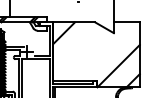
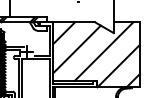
line at (76, 49): none -> present
line at (103, 51): none -> present
